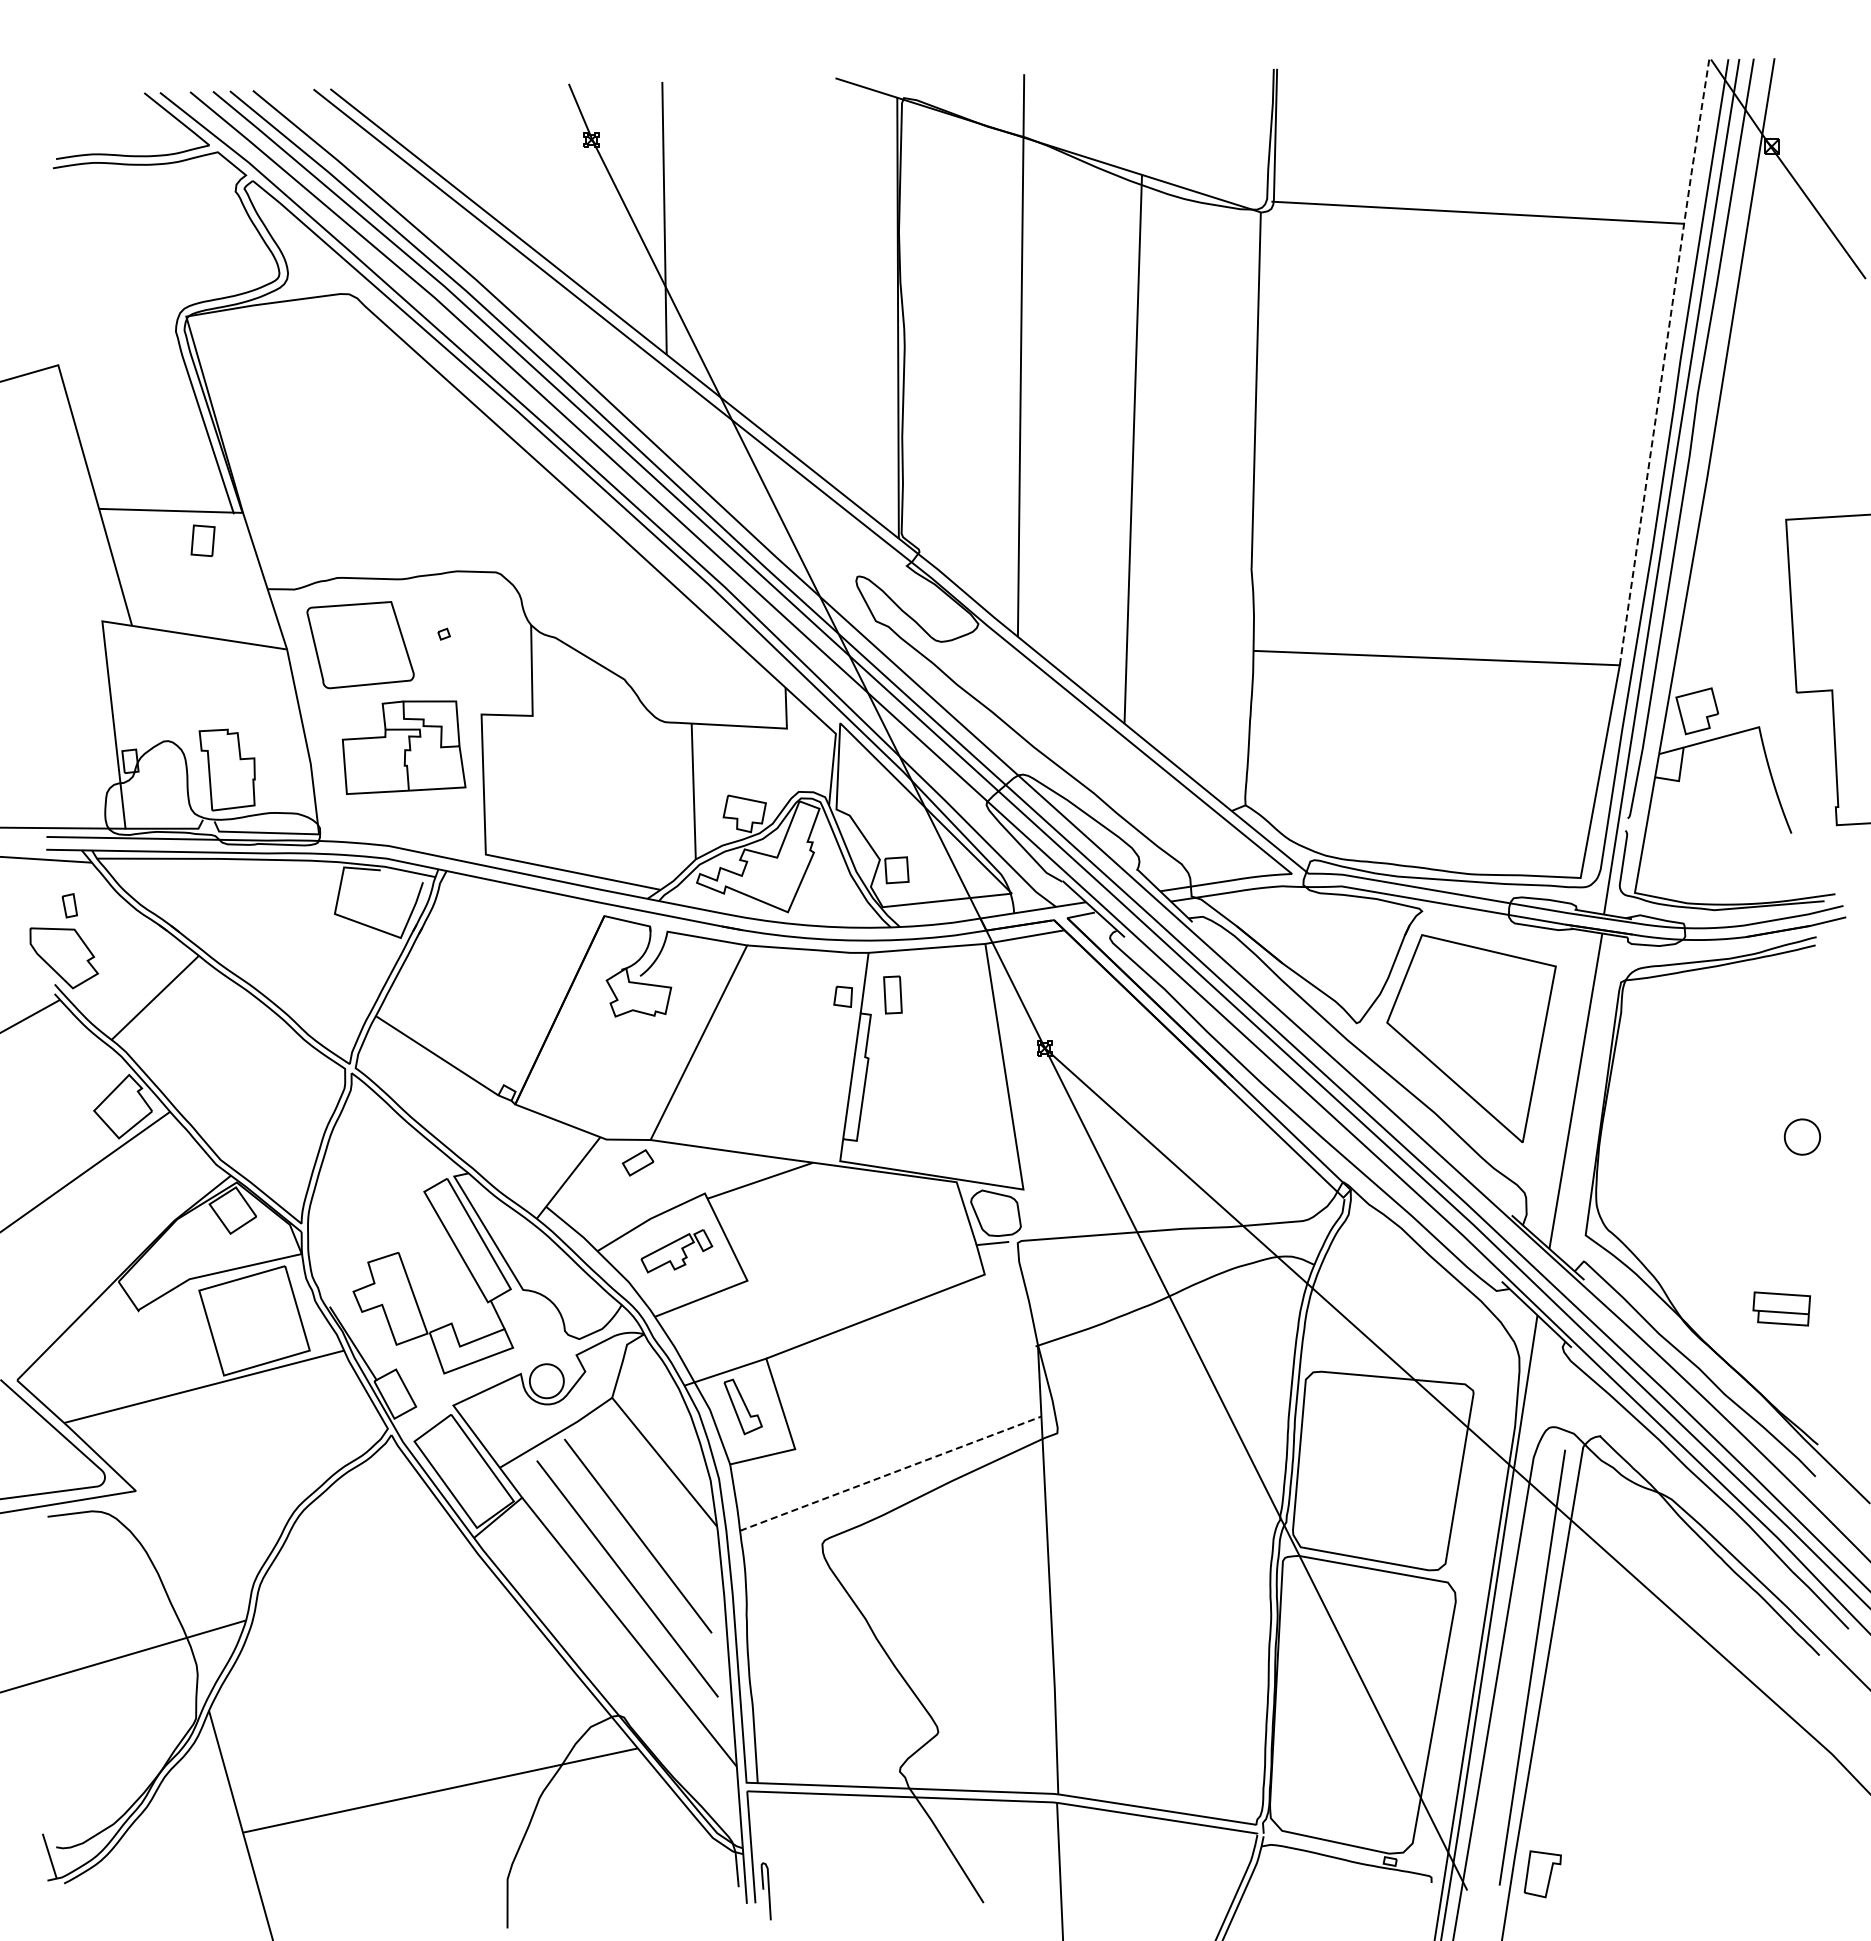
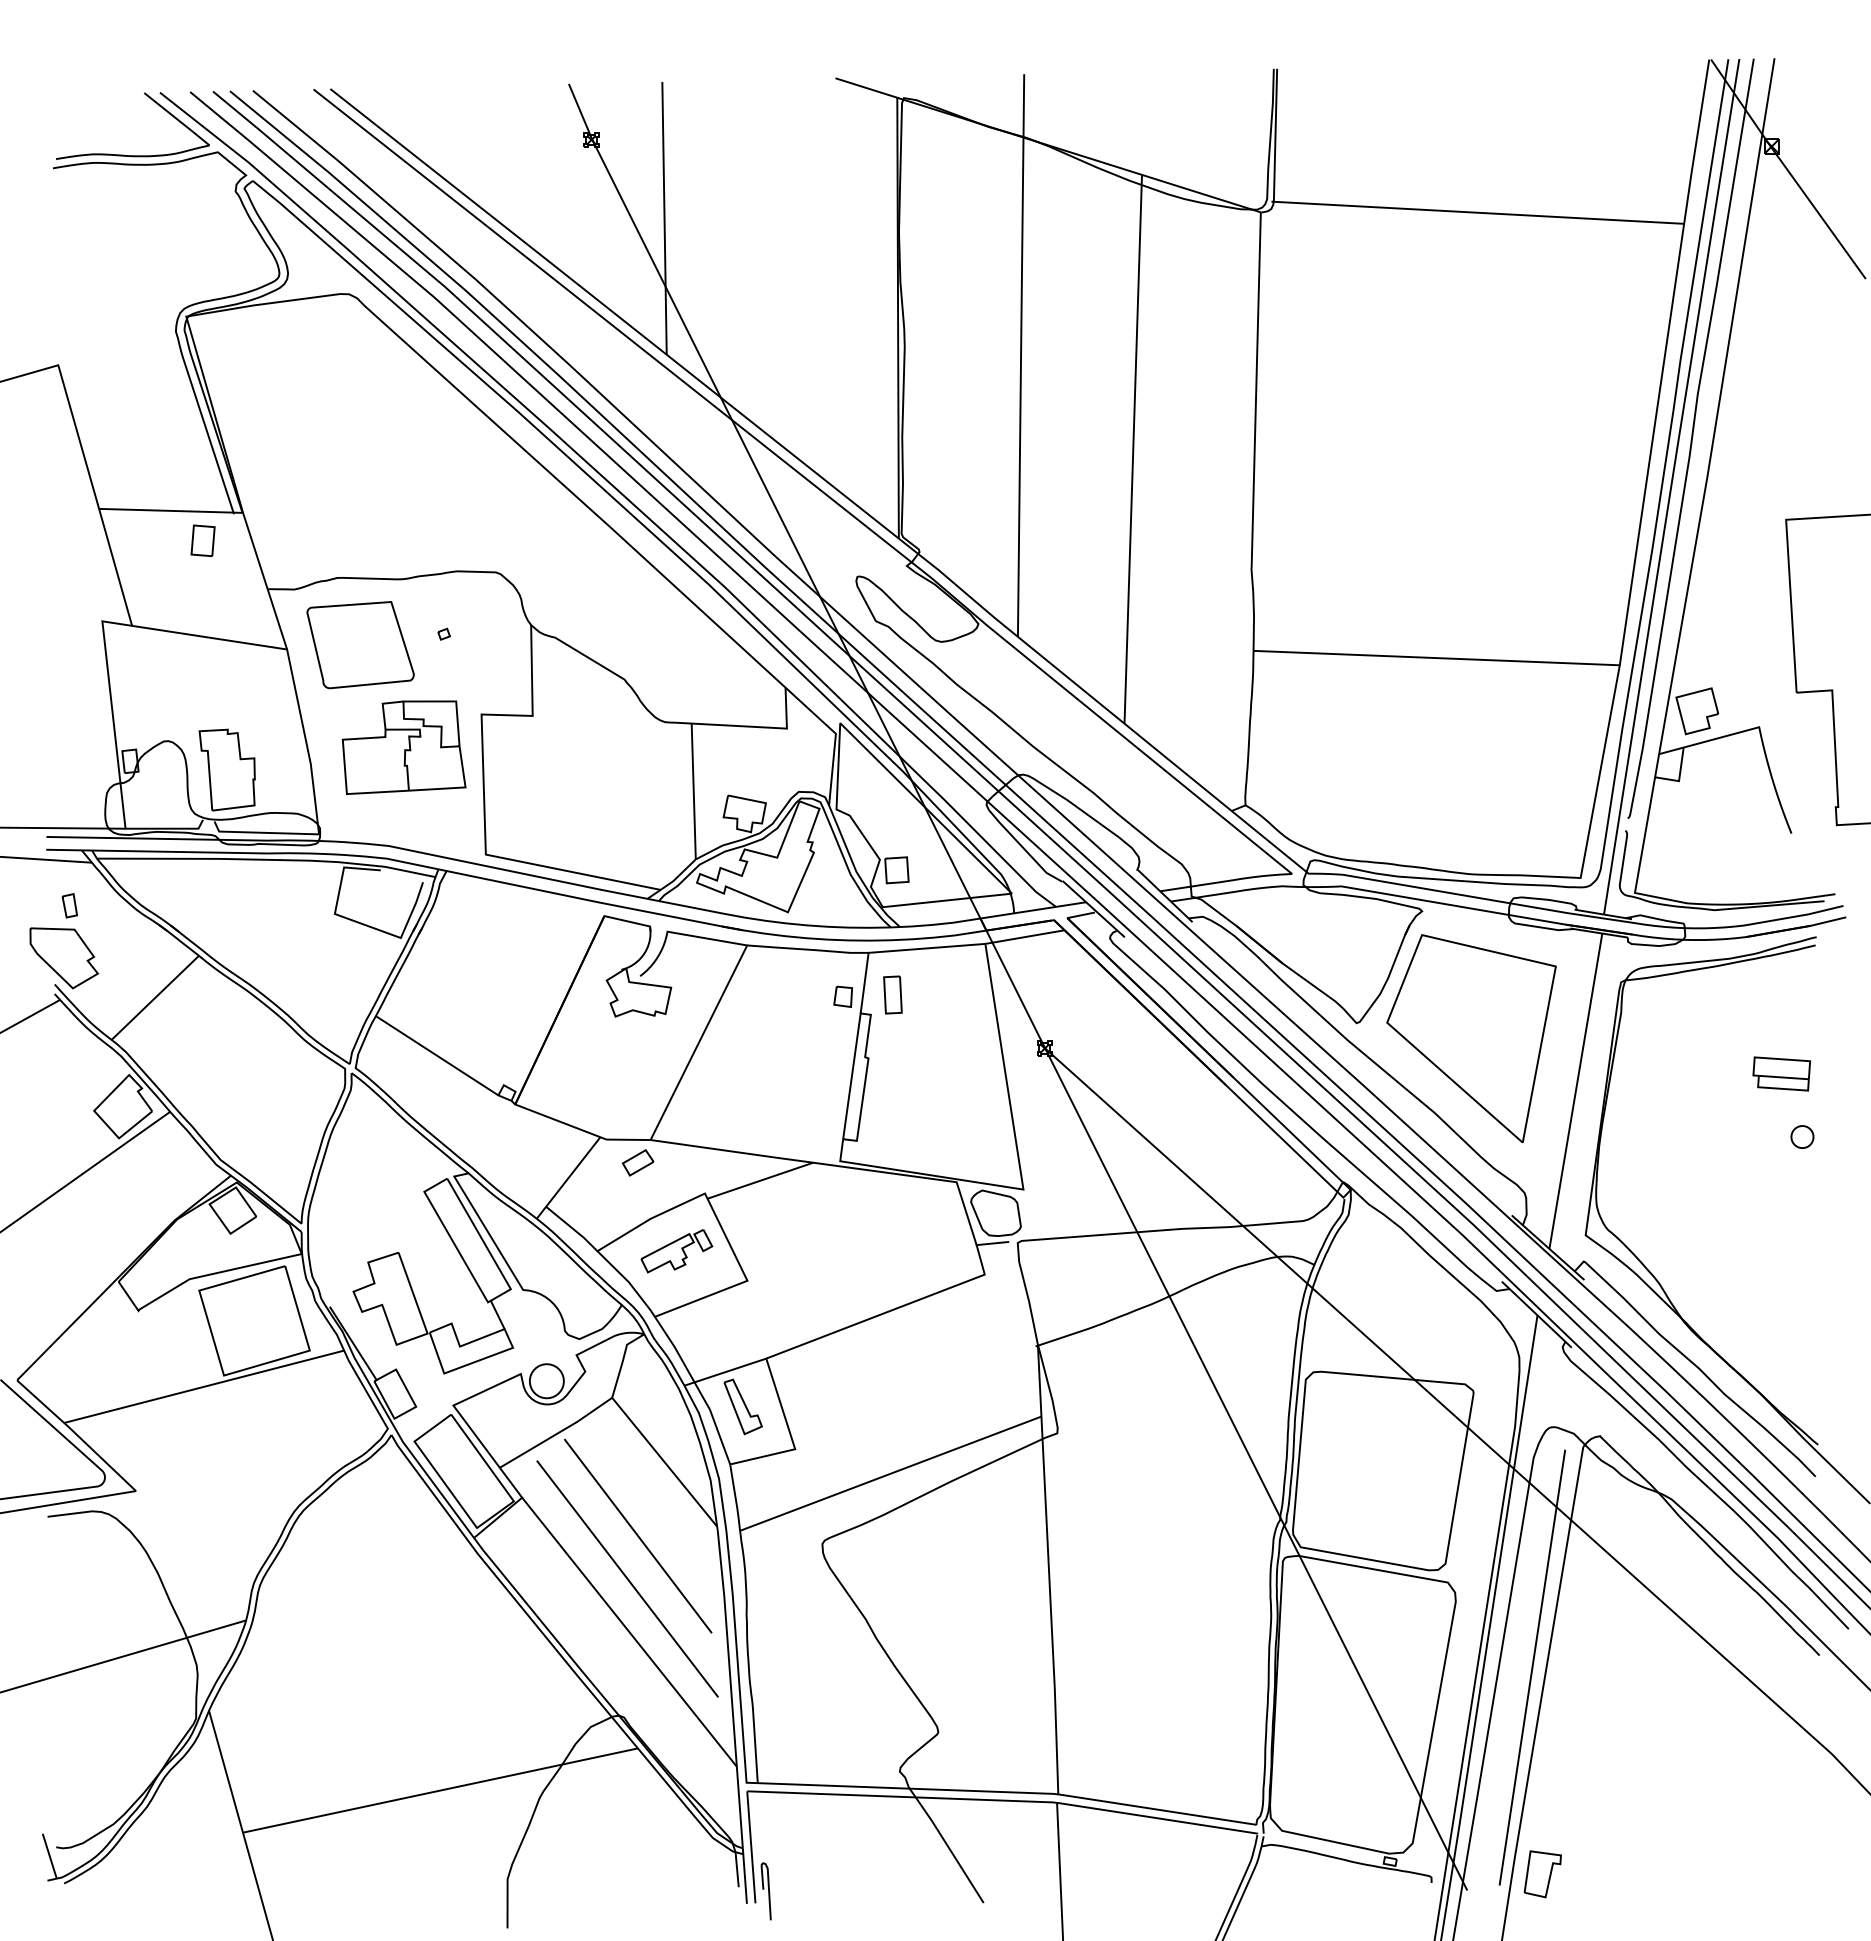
line at (1664, 361): dashed -> solid
part at (1802, 1136) size: 38x38 px -> 25x24 px
part at (1781, 1308) position: (1781, 1308) -> (1781, 1073)
line at (891, 1473): dashed -> solid
